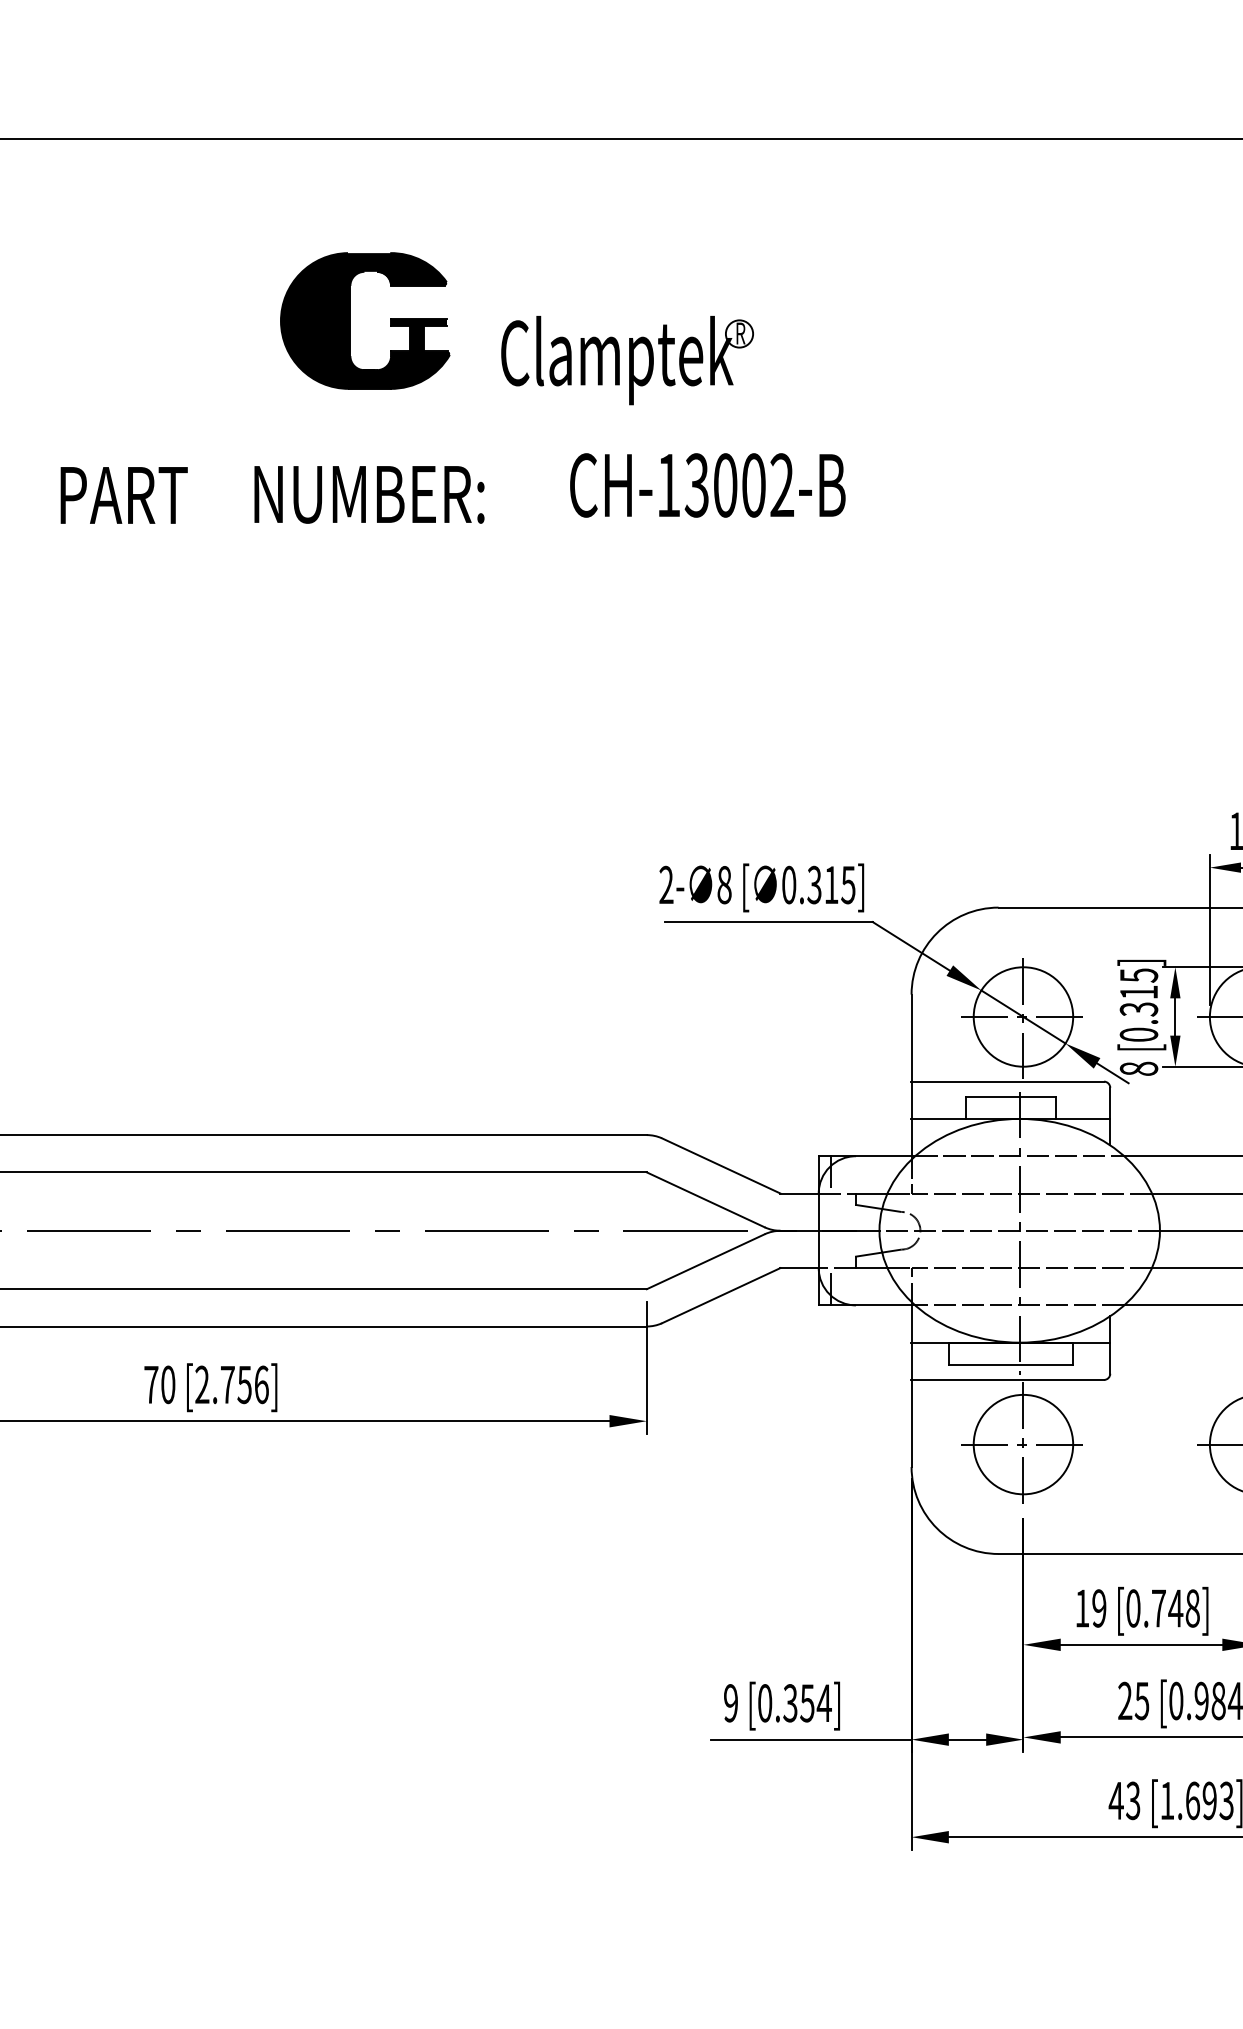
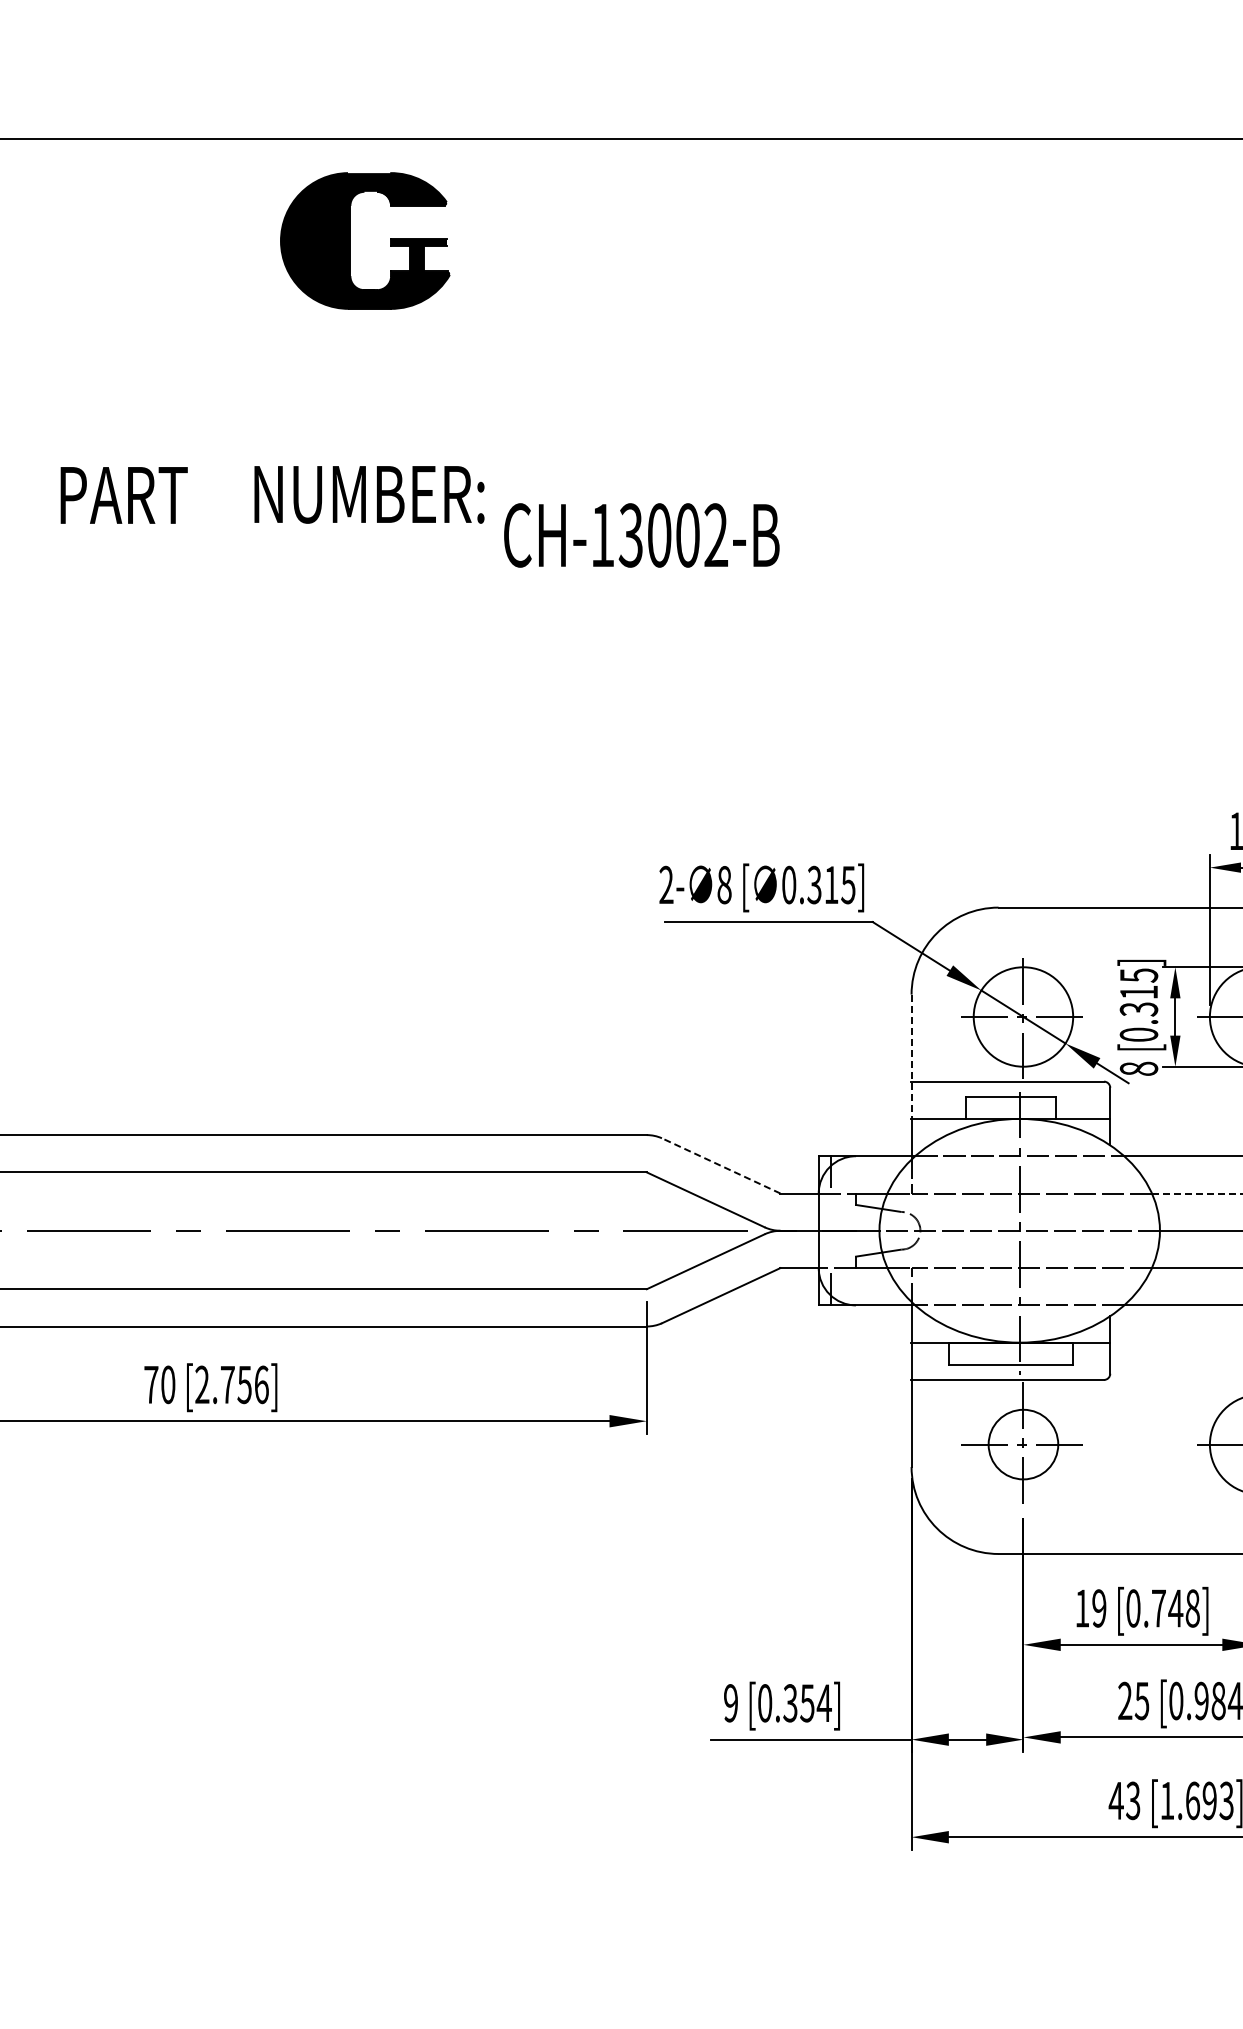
part at (350, 320) position: (350, 320) -> (350, 240)
part at (627, 360): present -> none
text at (707, 485) position: (707, 485) -> (641, 535)
line at (911, 1057): solid -> dashed
line at (720, 1165): solid -> dashed
line at (1197, 1193): solid -> dashed
circle at (1023, 1444) diameter: 99 px -> 70 px
